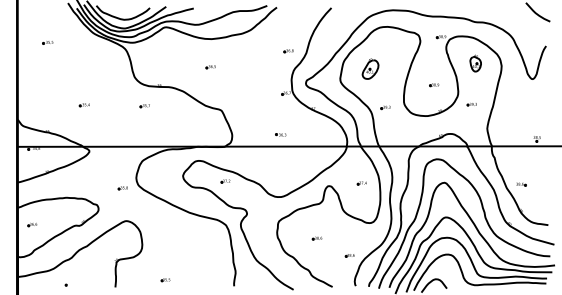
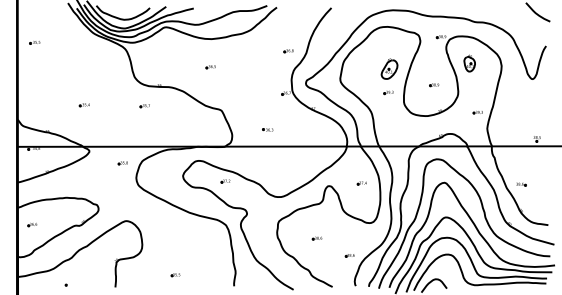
part at (47, 42) position: (47, 42) -> (34, 42)
part at (475, 63) position: (475, 63) -> (469, 63)
part at (370, 68) position: (370, 68) -> (389, 68)
part at (471, 104) position: (471, 104) -> (477, 112)
part at (385, 107) position: (385, 107) -> (388, 92)
part at (280, 134) position: (280, 134) -> (267, 129)
part at (122, 188) position: (122, 188) -> (122, 163)
part at (165, 280) position: (165, 280) -> (175, 275)
